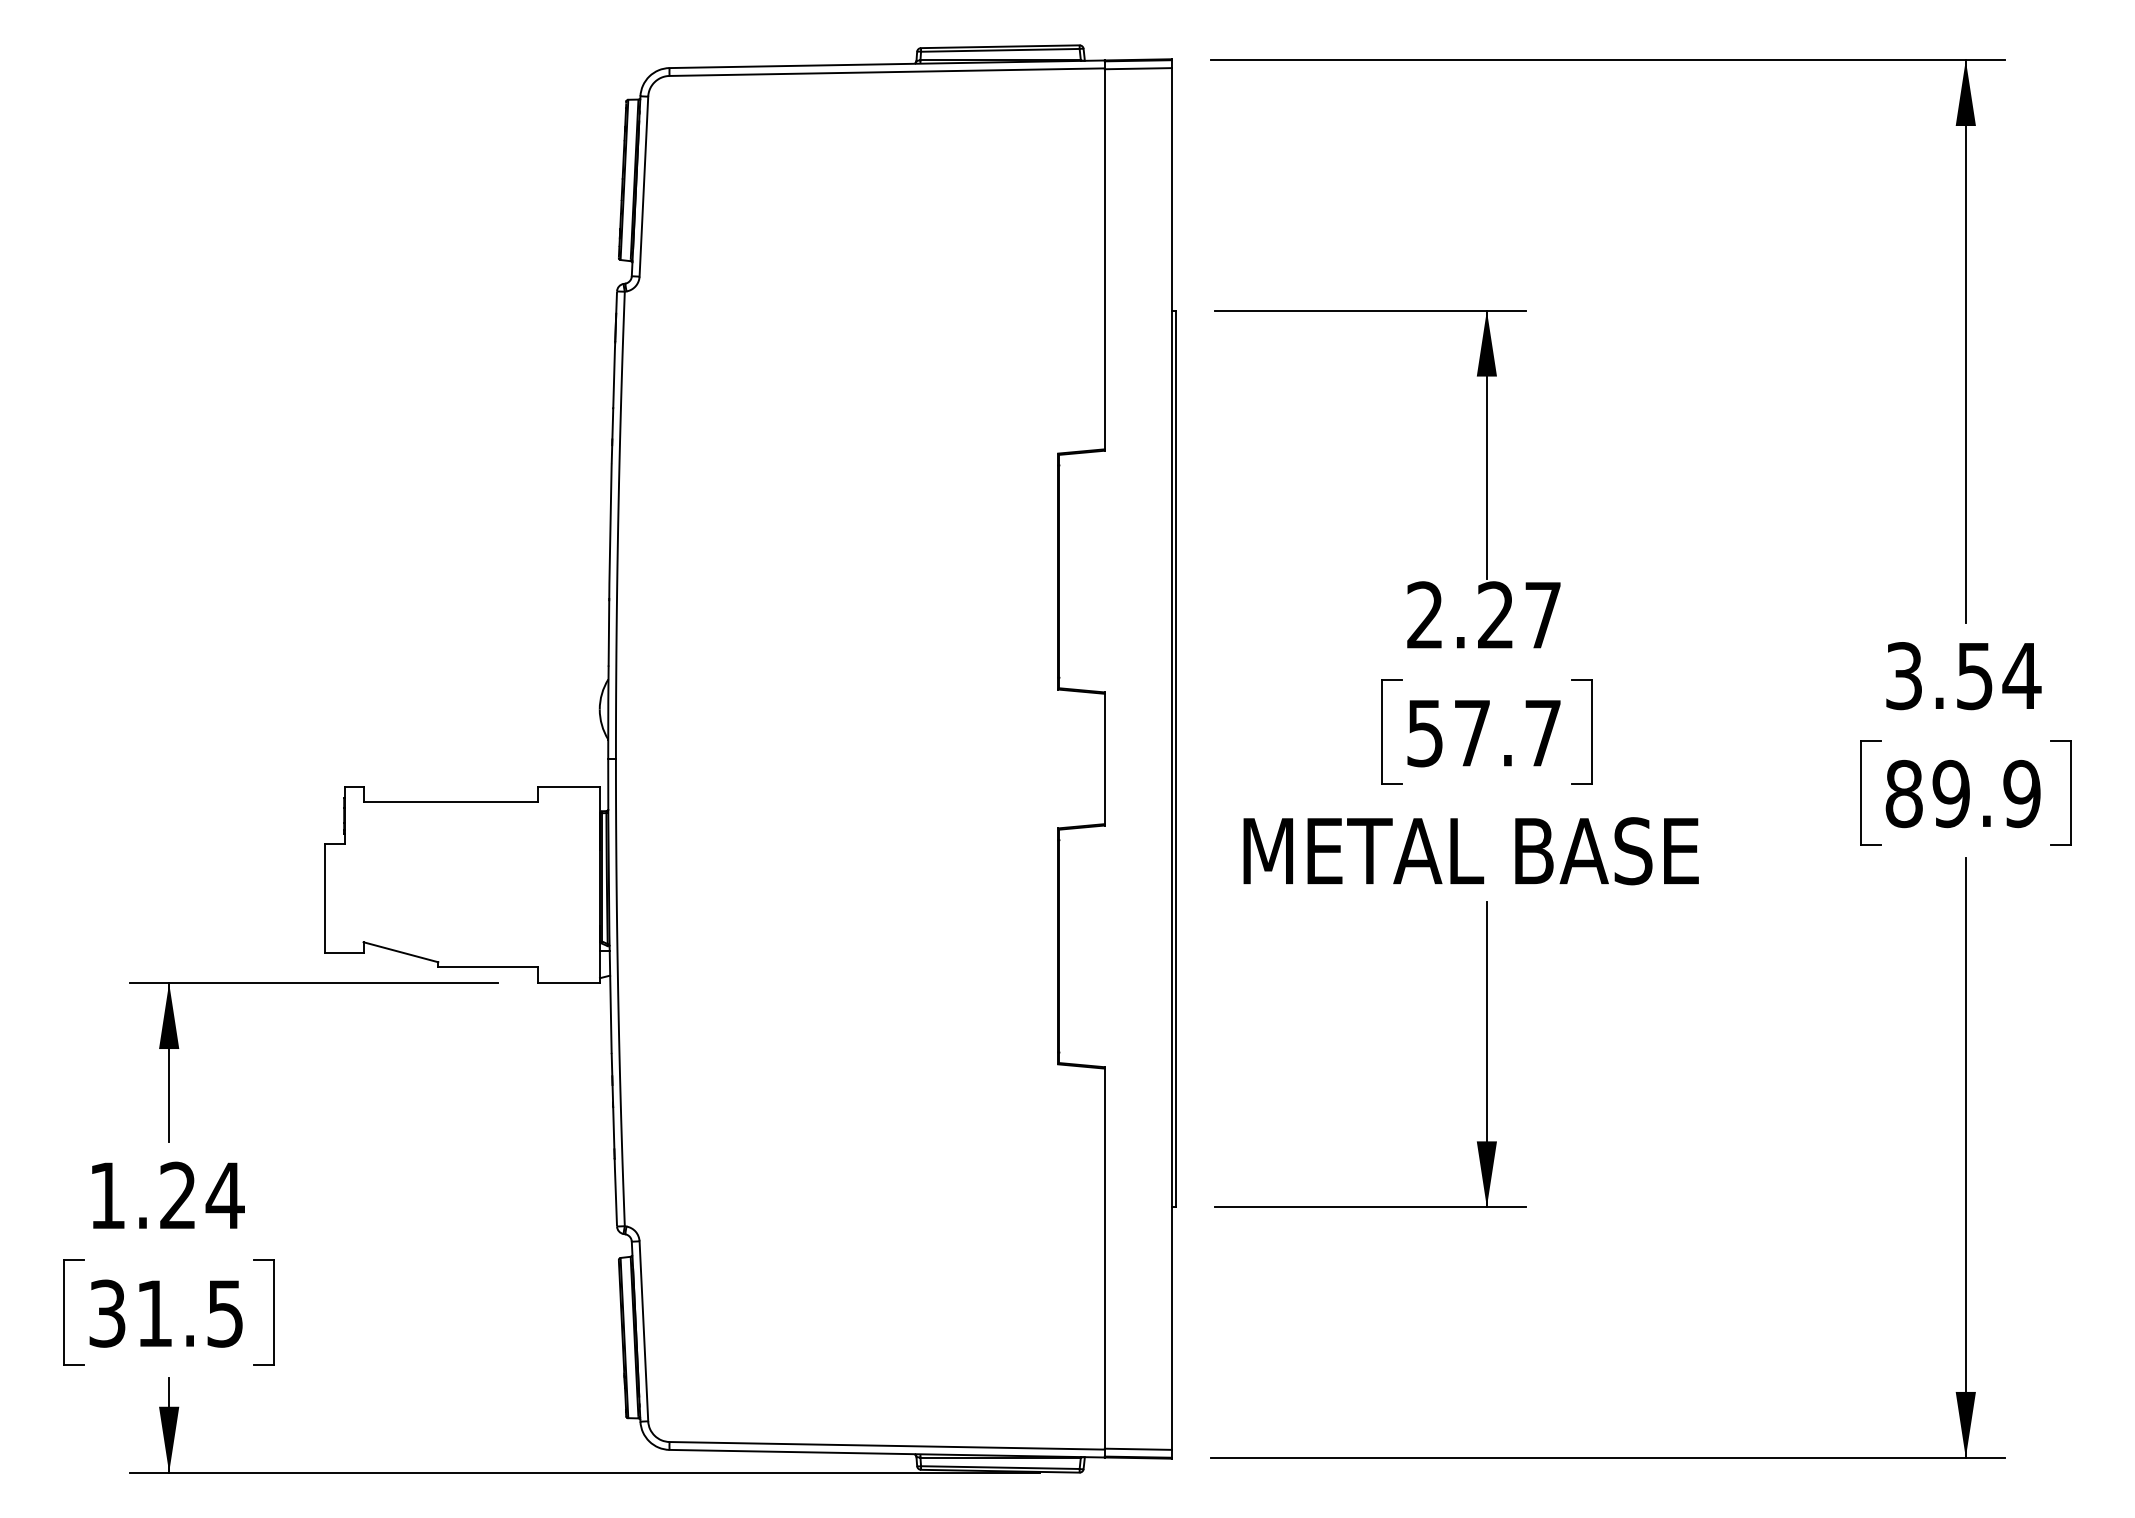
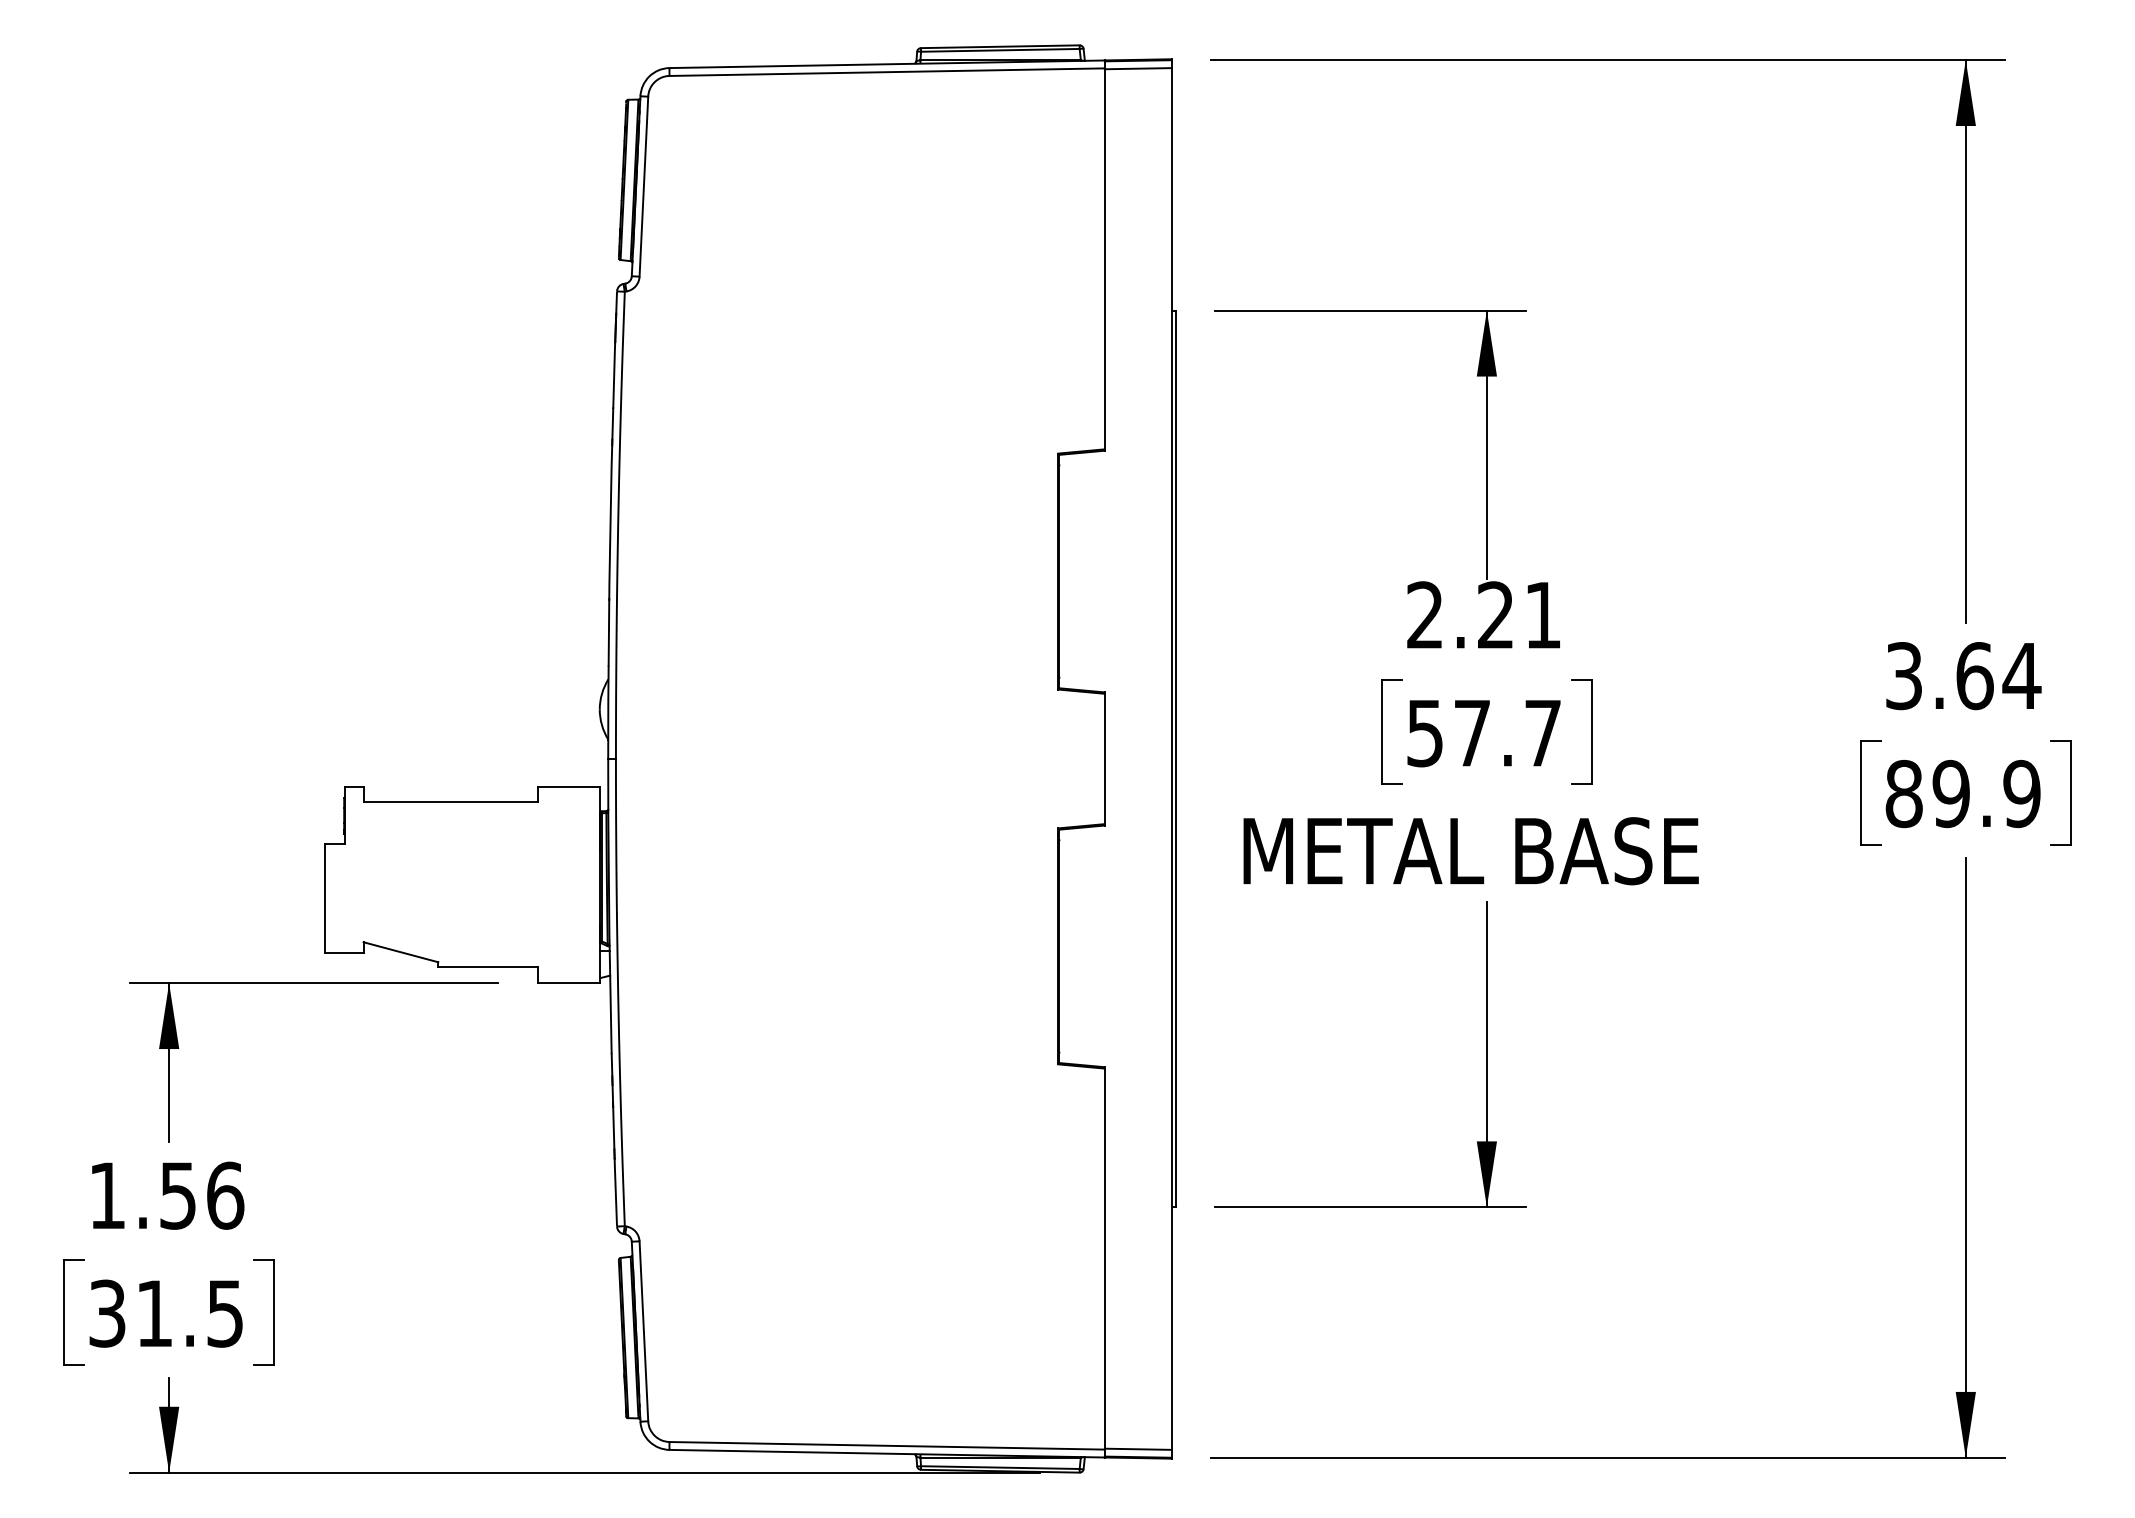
text at (1542, 615): 2.27 -> 2.21
text at (1974, 676): 3.54 -> 3.64
text at (202, 1195): 1.24 -> 1.56
